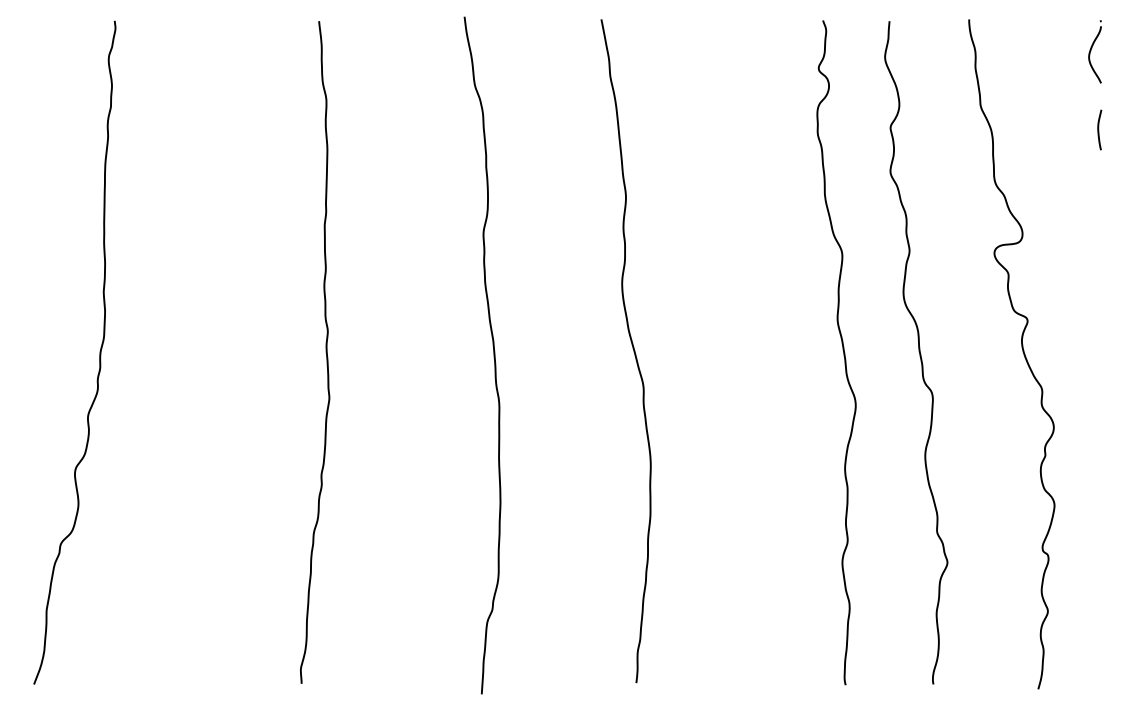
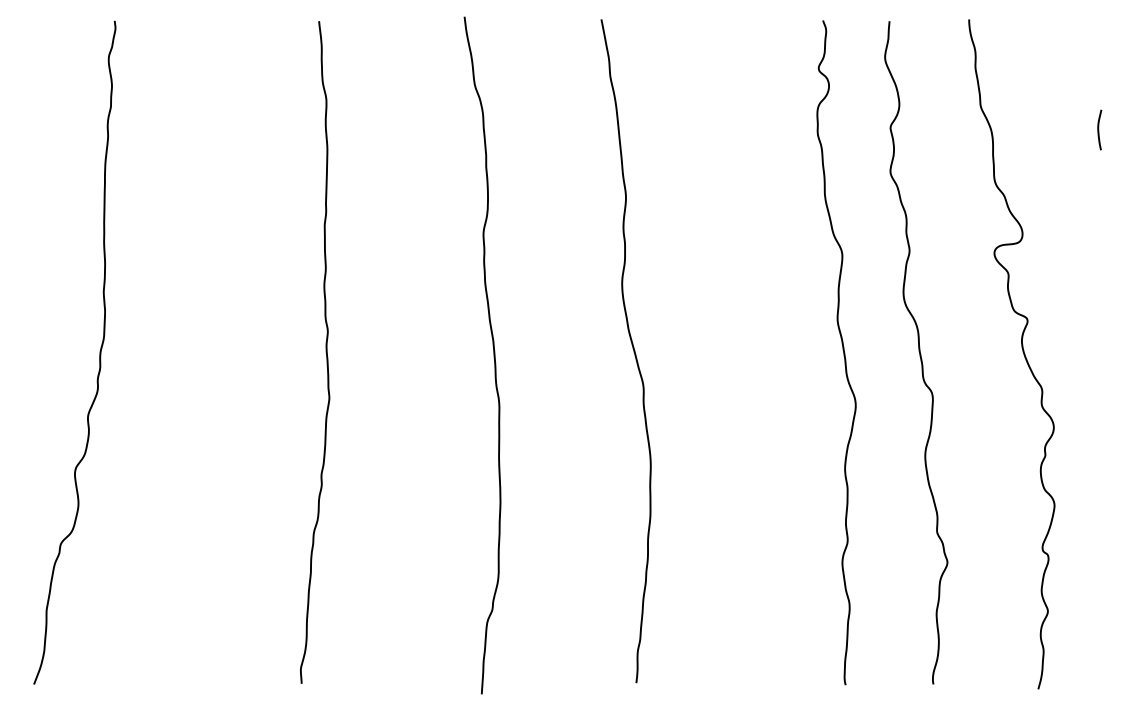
part at (1094, 51): present -> none
